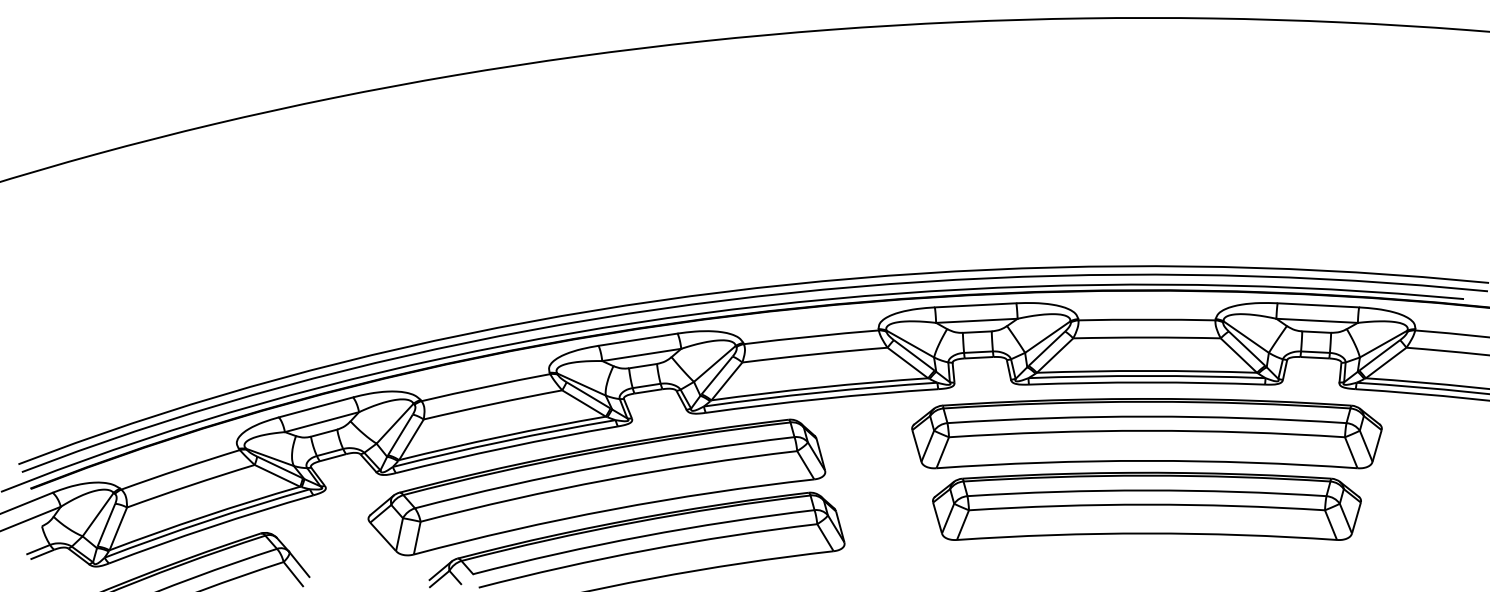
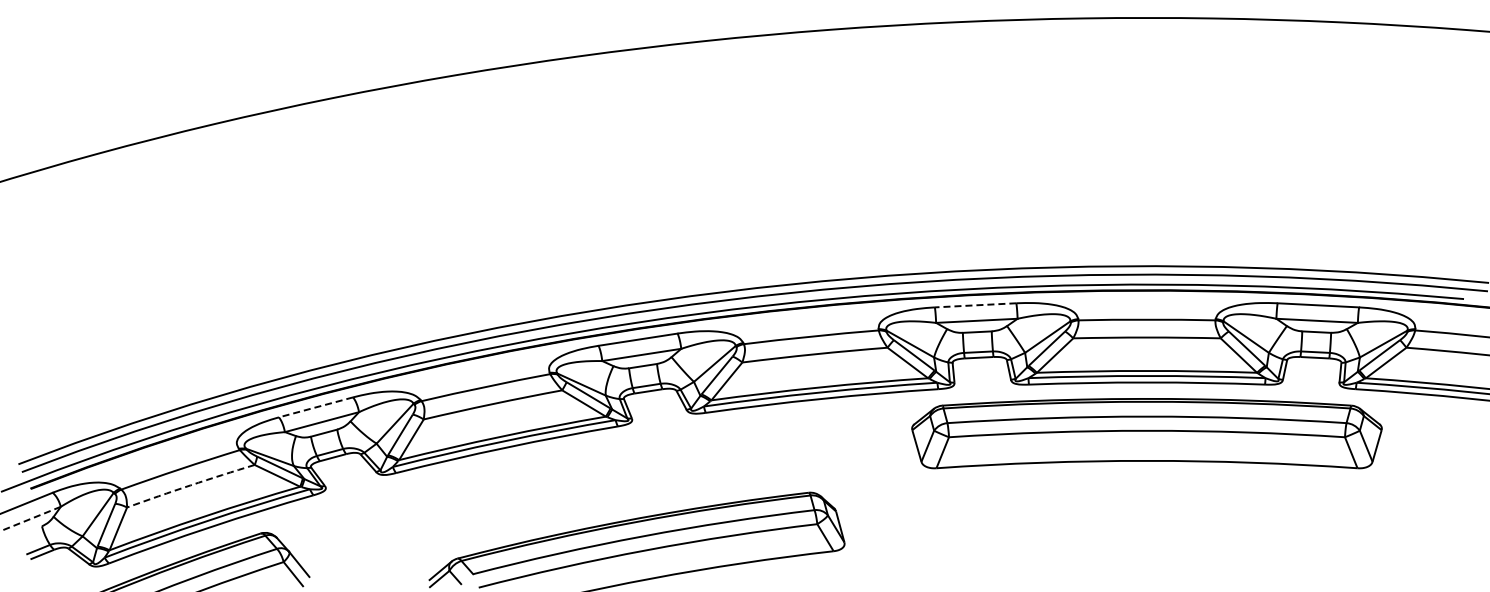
line at (975, 305): solid -> dashed
line at (315, 407): solid -> dashed
arc at (190, 485): solid -> dashed
part at (596, 487): present -> none
part at (1146, 505): present -> none
line at (30, 519): solid -> dashed
